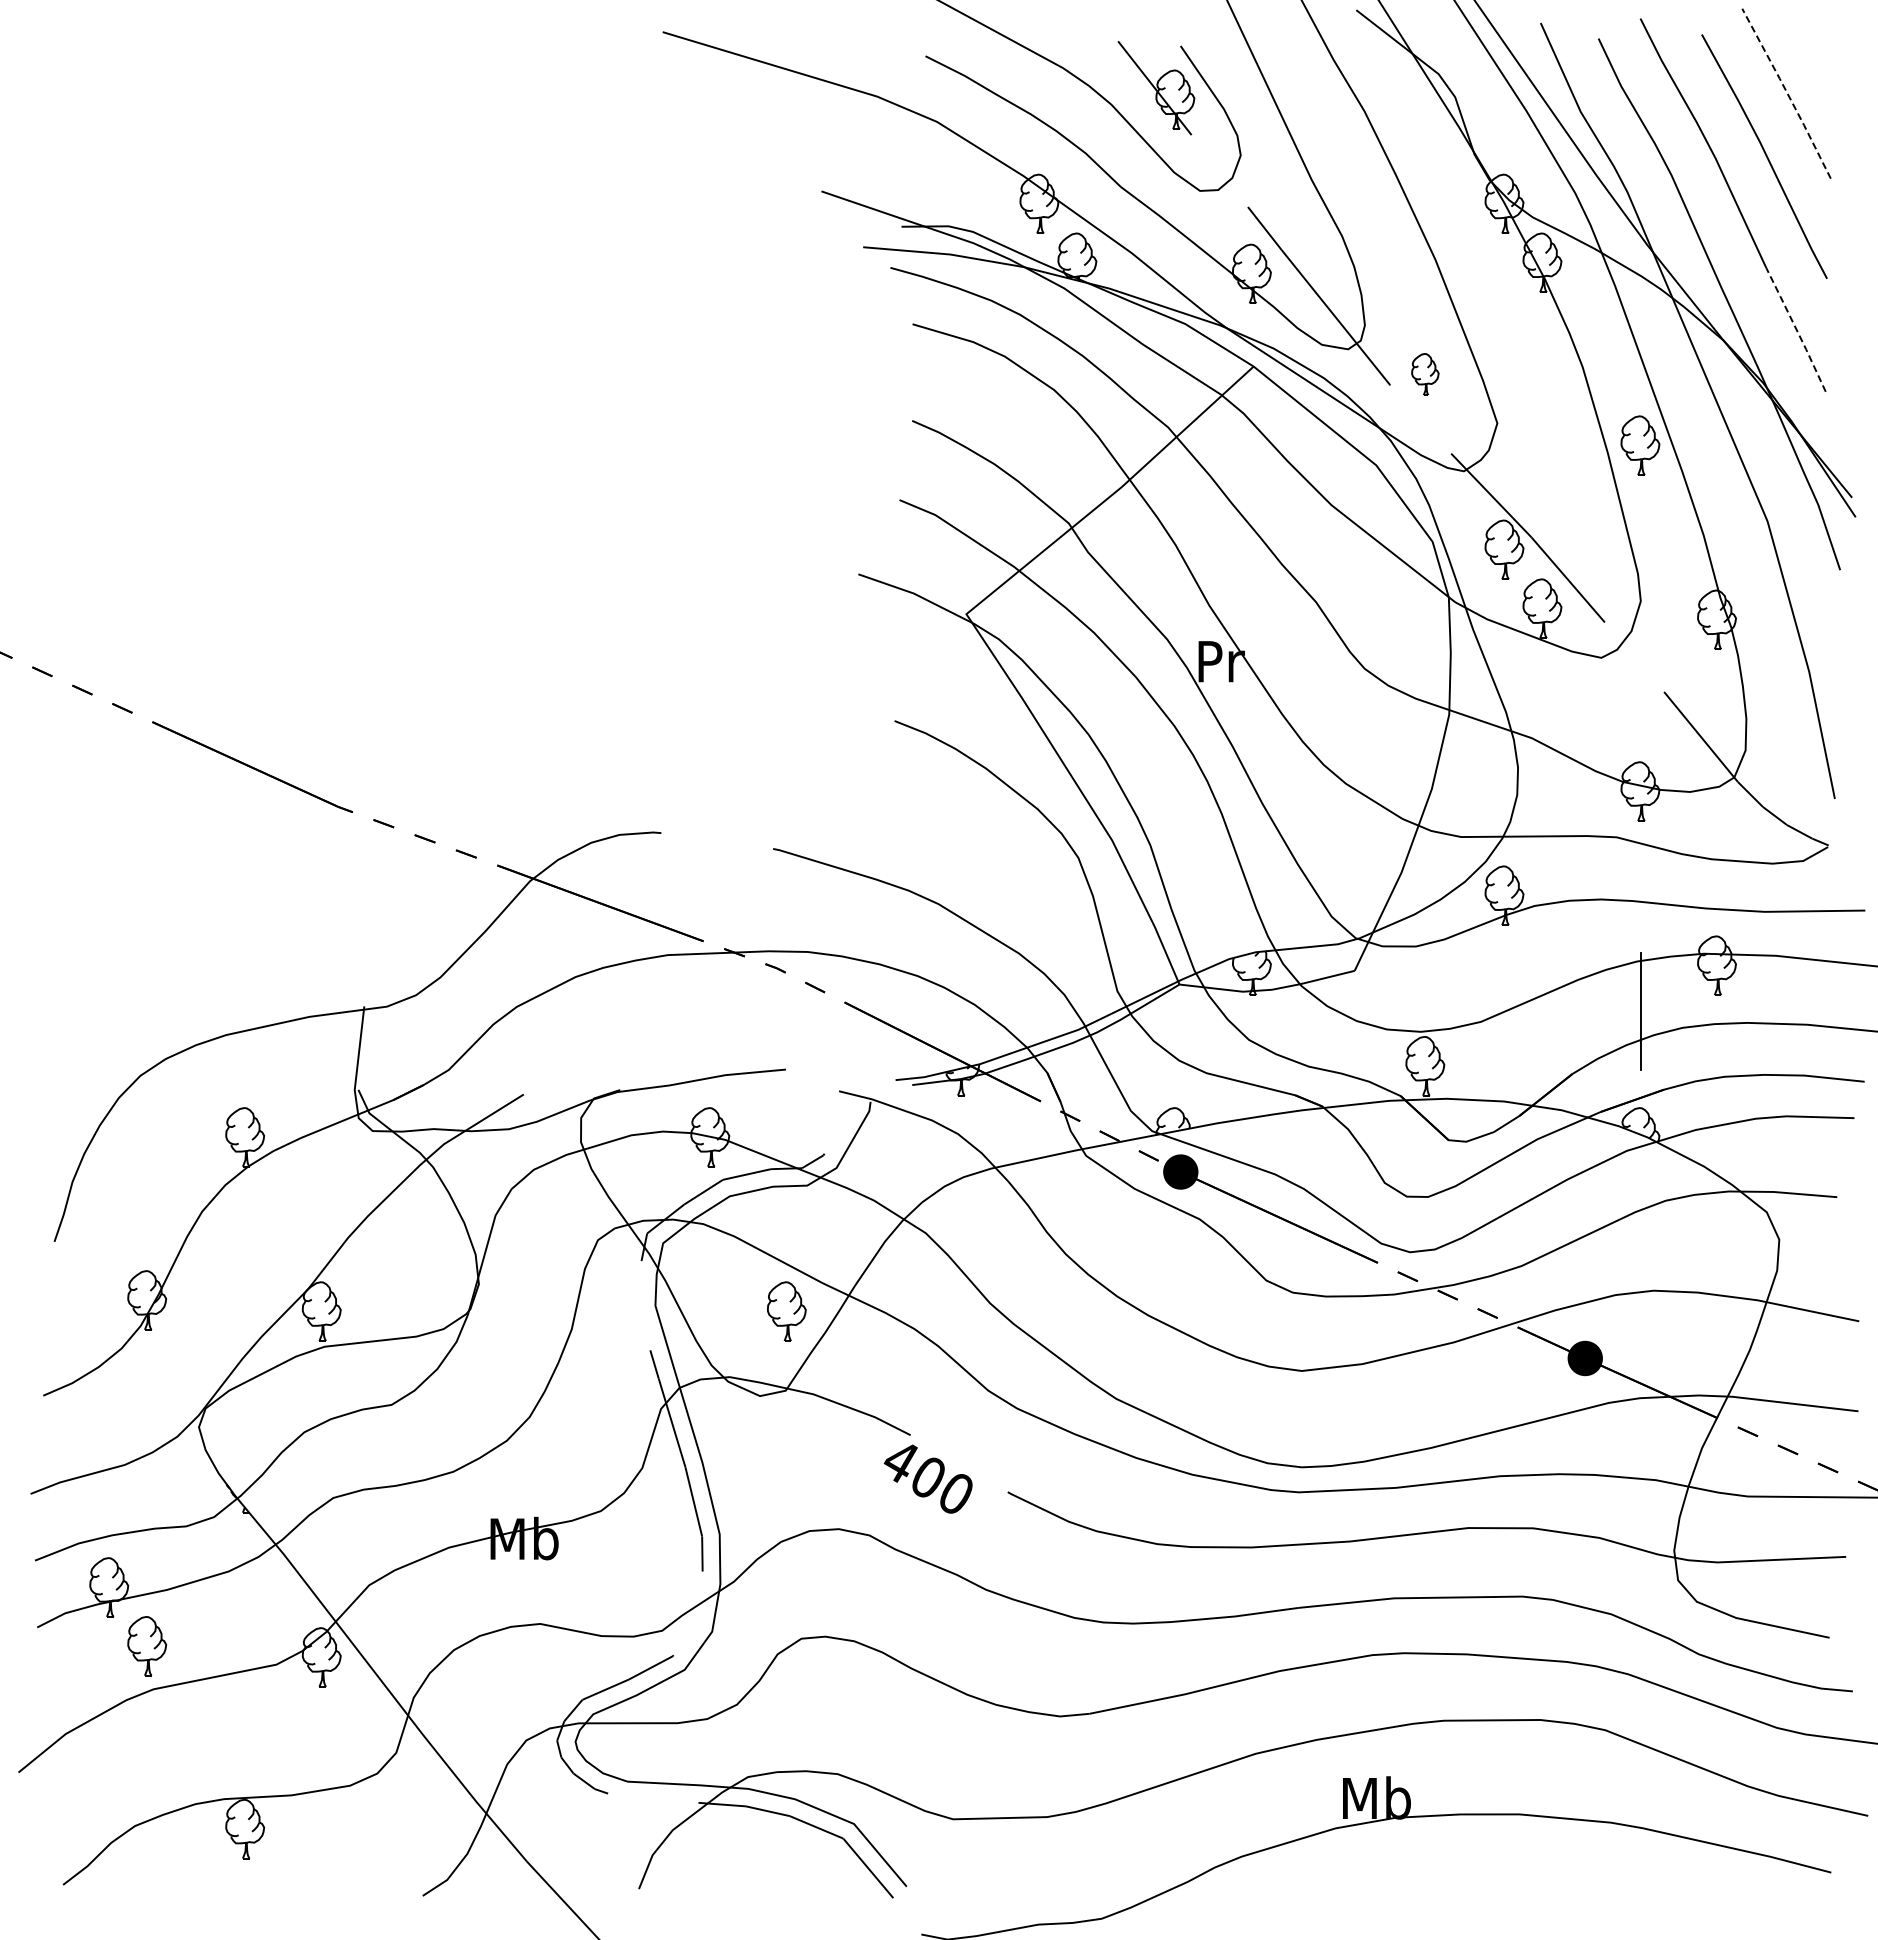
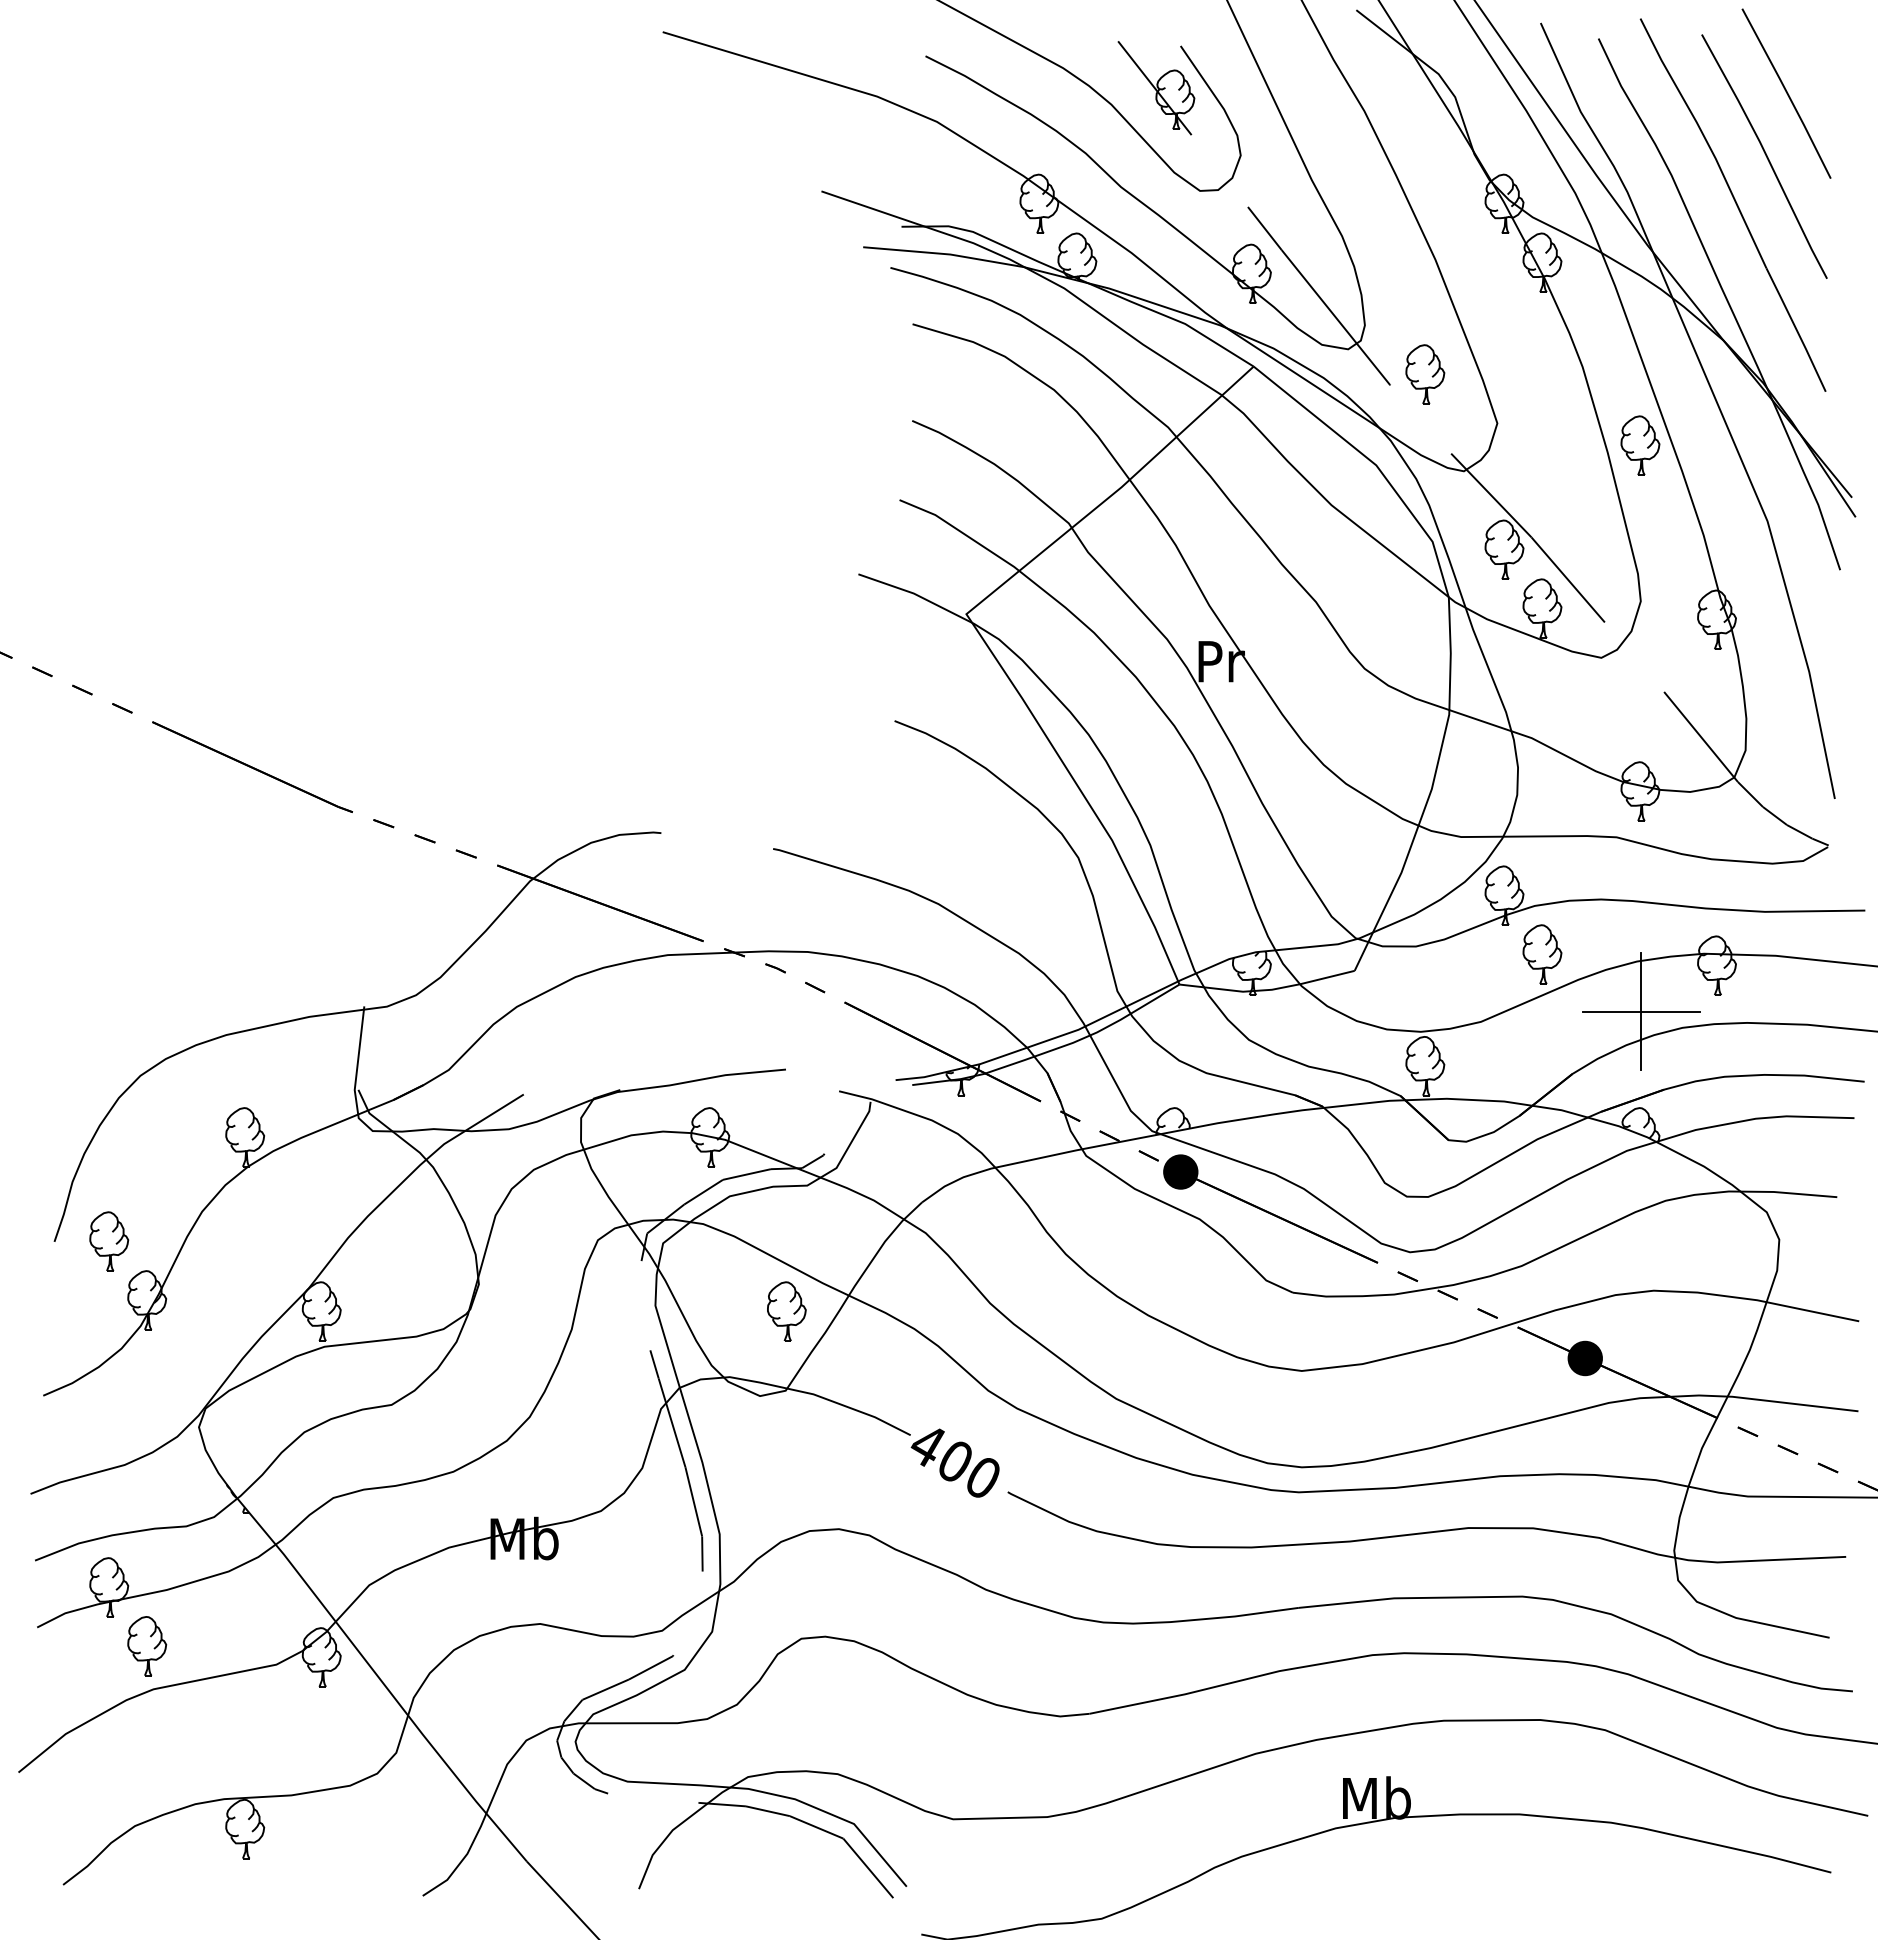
line at (1787, 92): dashed -> solid
line at (1796, 329): dashed -> solid
part at (1425, 374) size: 29x43 px -> 41x61 px
part at (1542, 954): none -> present
line at (1641, 1011): none -> present
part at (109, 1241): none -> present
text at (927, 1478) position: (927, 1478) -> (954, 1462)
